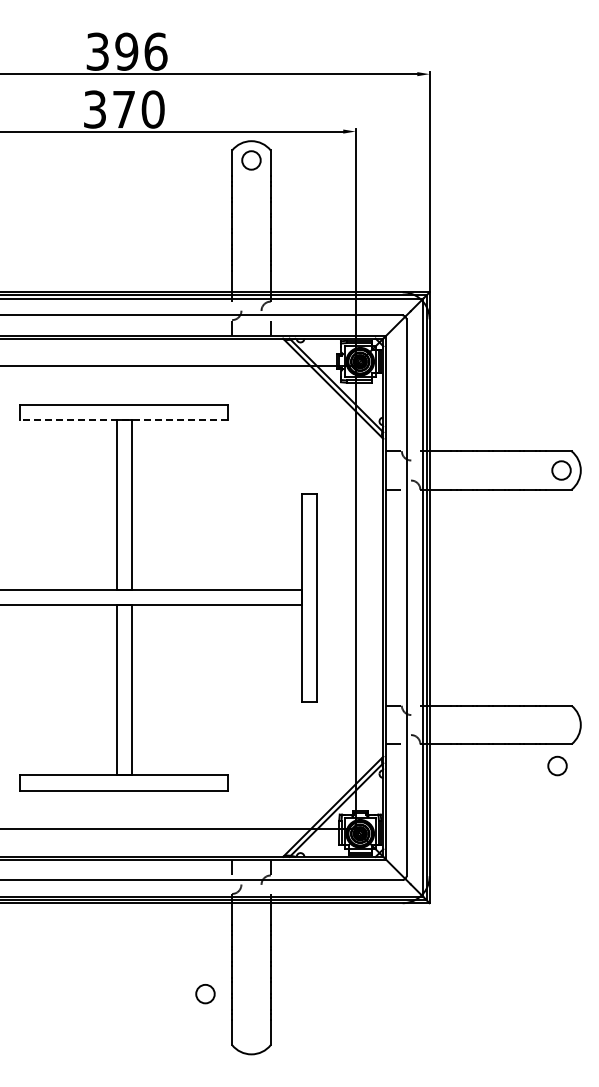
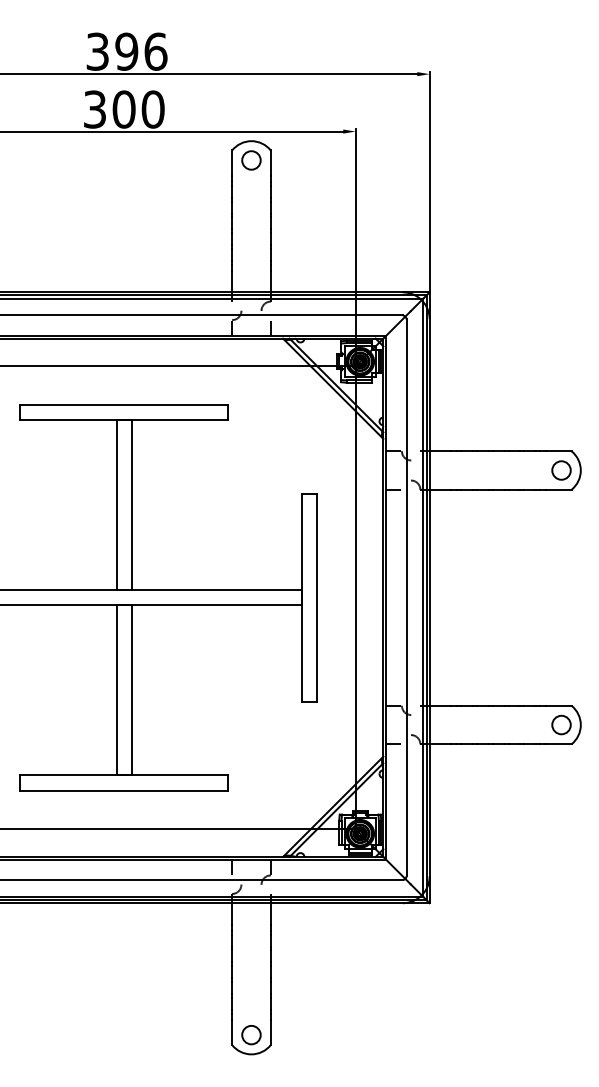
text at (123, 109): 370 -> 300
line at (123, 420): dashed -> solid
circle at (557, 765) position: (557, 765) -> (561, 724)
circle at (205, 994) position: (205, 994) -> (251, 1035)
